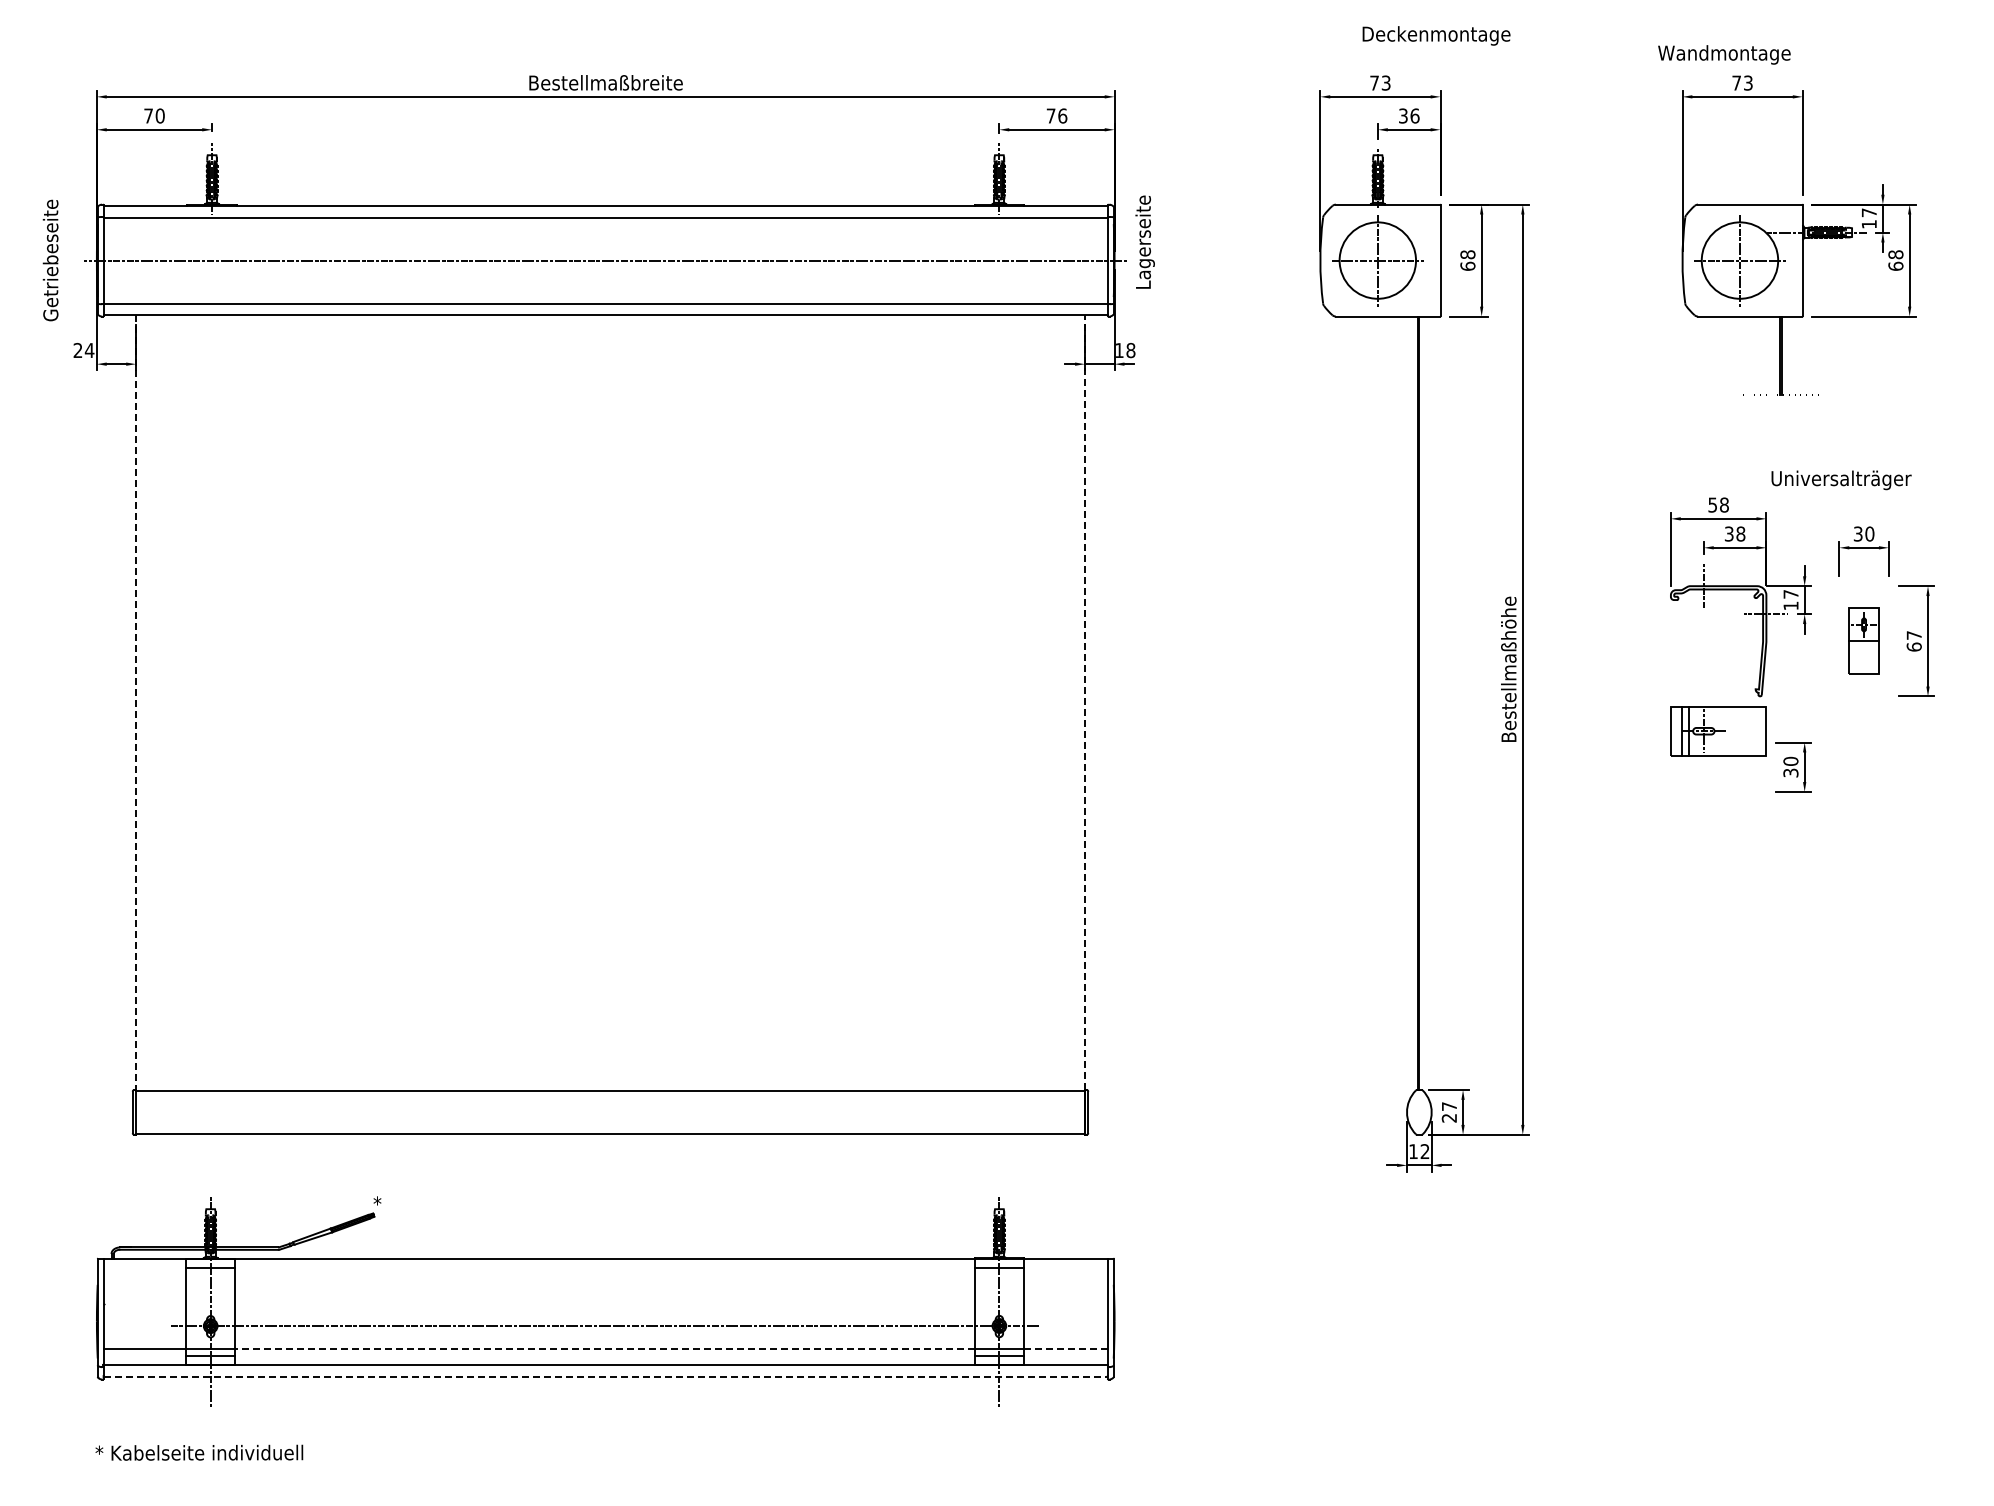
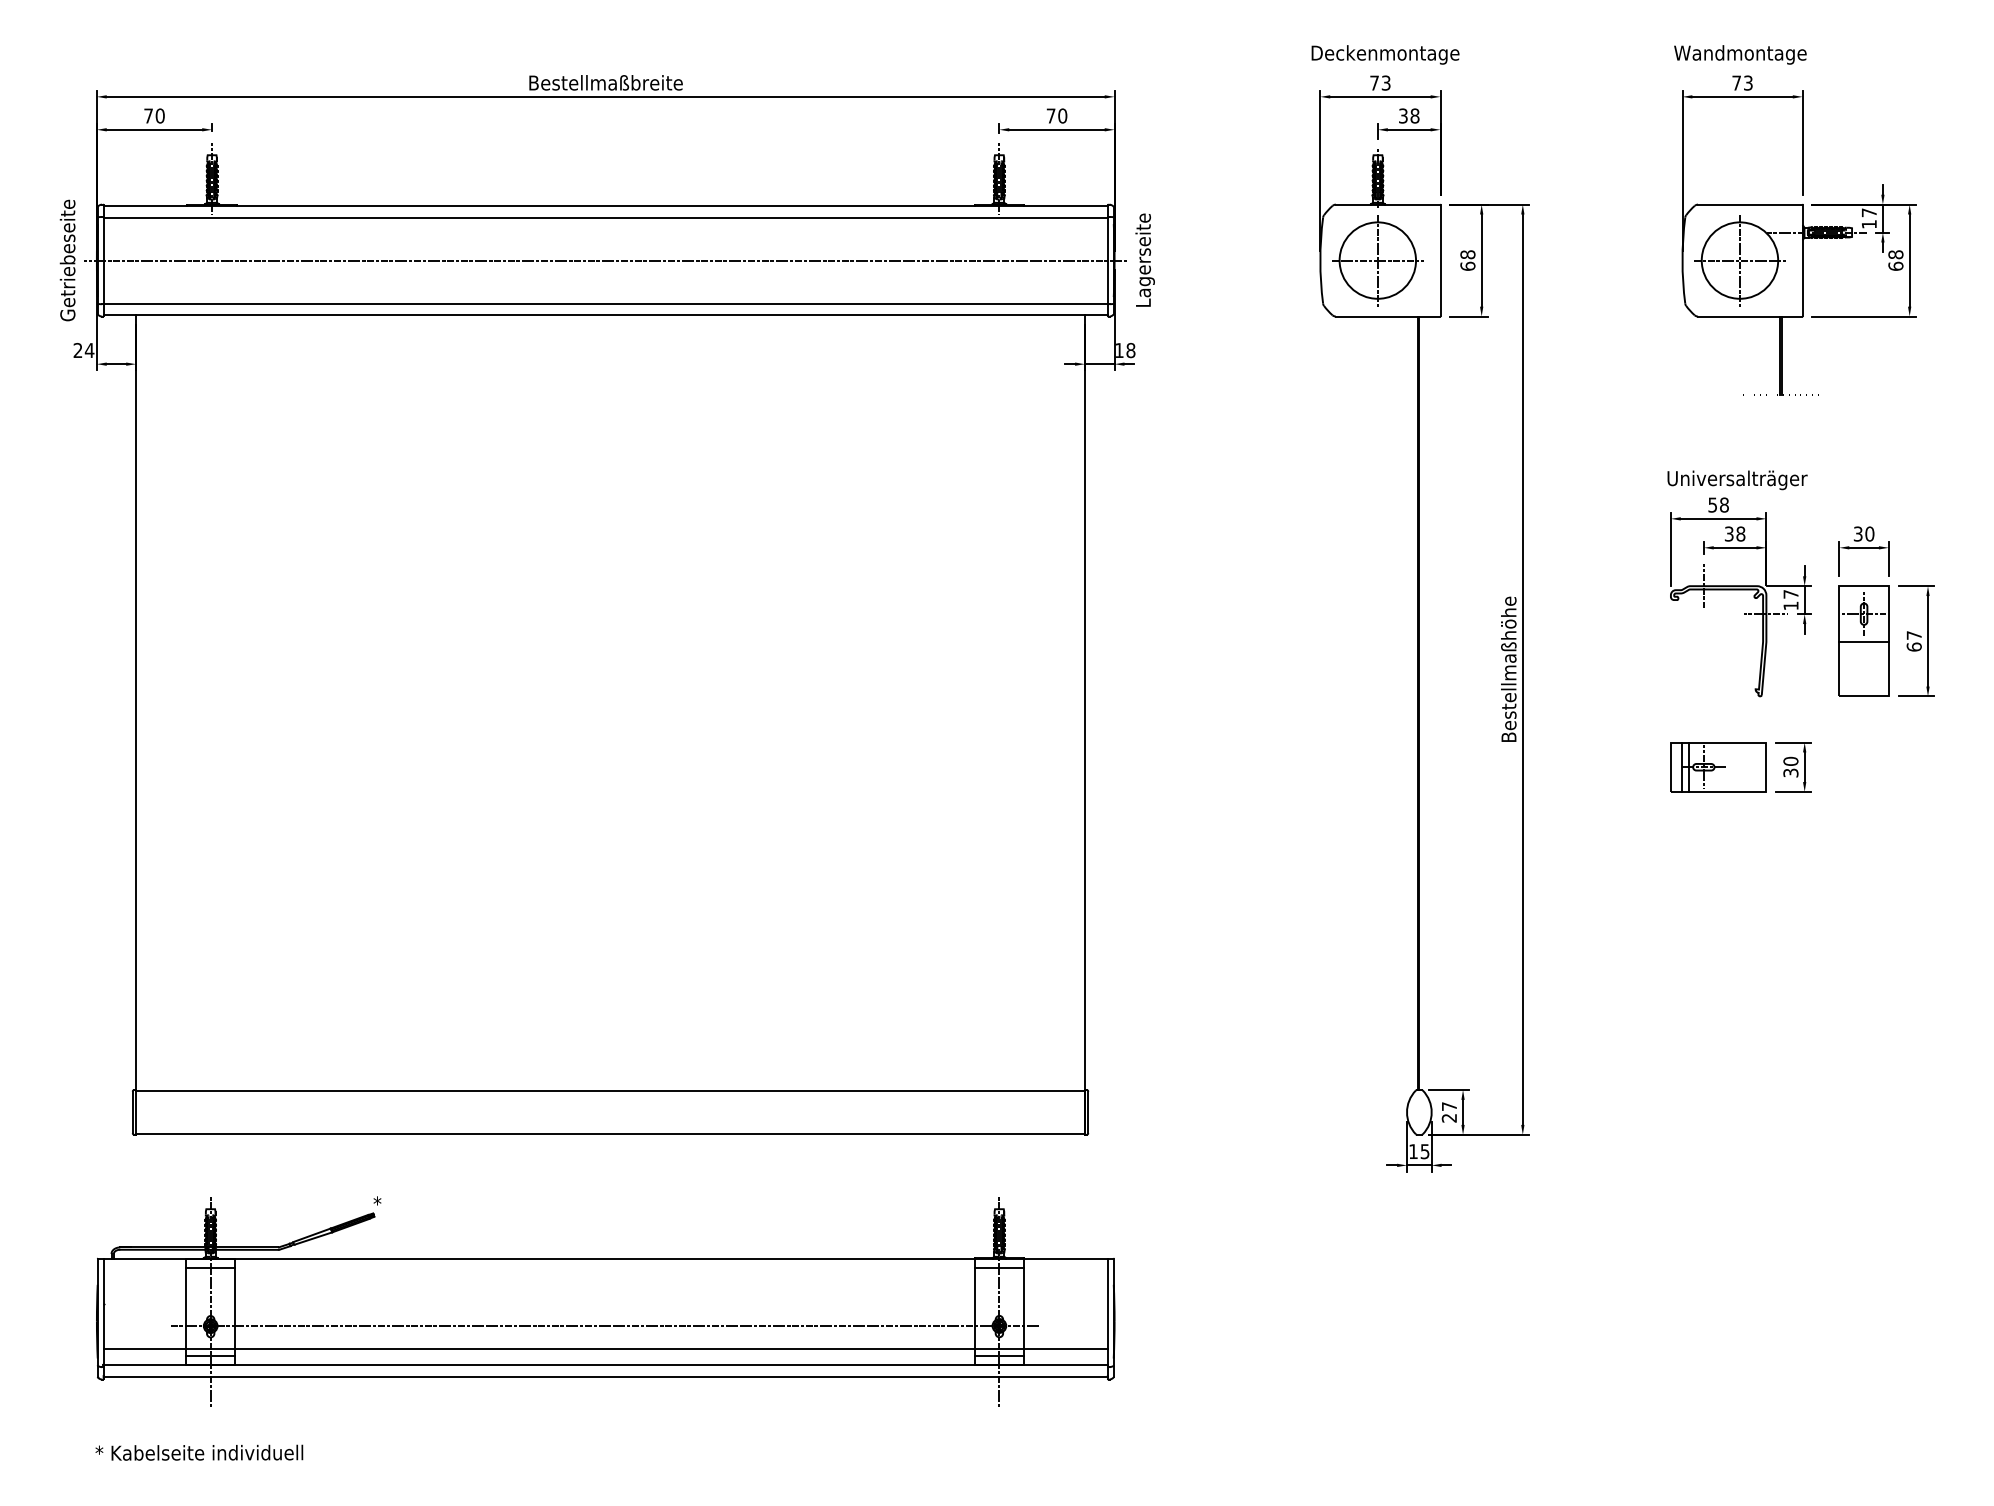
text at (1436, 35) position: (1436, 35) -> (1385, 54)
text at (1724, 54) position: (1724, 54) -> (1740, 54)
text at (1062, 115): 76 -> 70
text at (1414, 115): 36 -> 38
text at (1144, 241) position: (1144, 241) -> (1144, 259)
text at (50, 260) position: (50, 260) -> (67, 260)
text at (1841, 480) position: (1841, 480) -> (1737, 480)
part at (1863, 640) size: 32x68 px -> 52x112 px
line at (136, 702): dashed -> solid
line at (1084, 702): dashed -> solid
part at (1718, 731) position: (1718, 731) -> (1718, 767)
text at (1424, 1151): 12 -> 15
line at (605, 1348): dashed -> solid
line at (1065, 1348): dashed -> solid
line at (606, 1376): dashed -> solid
